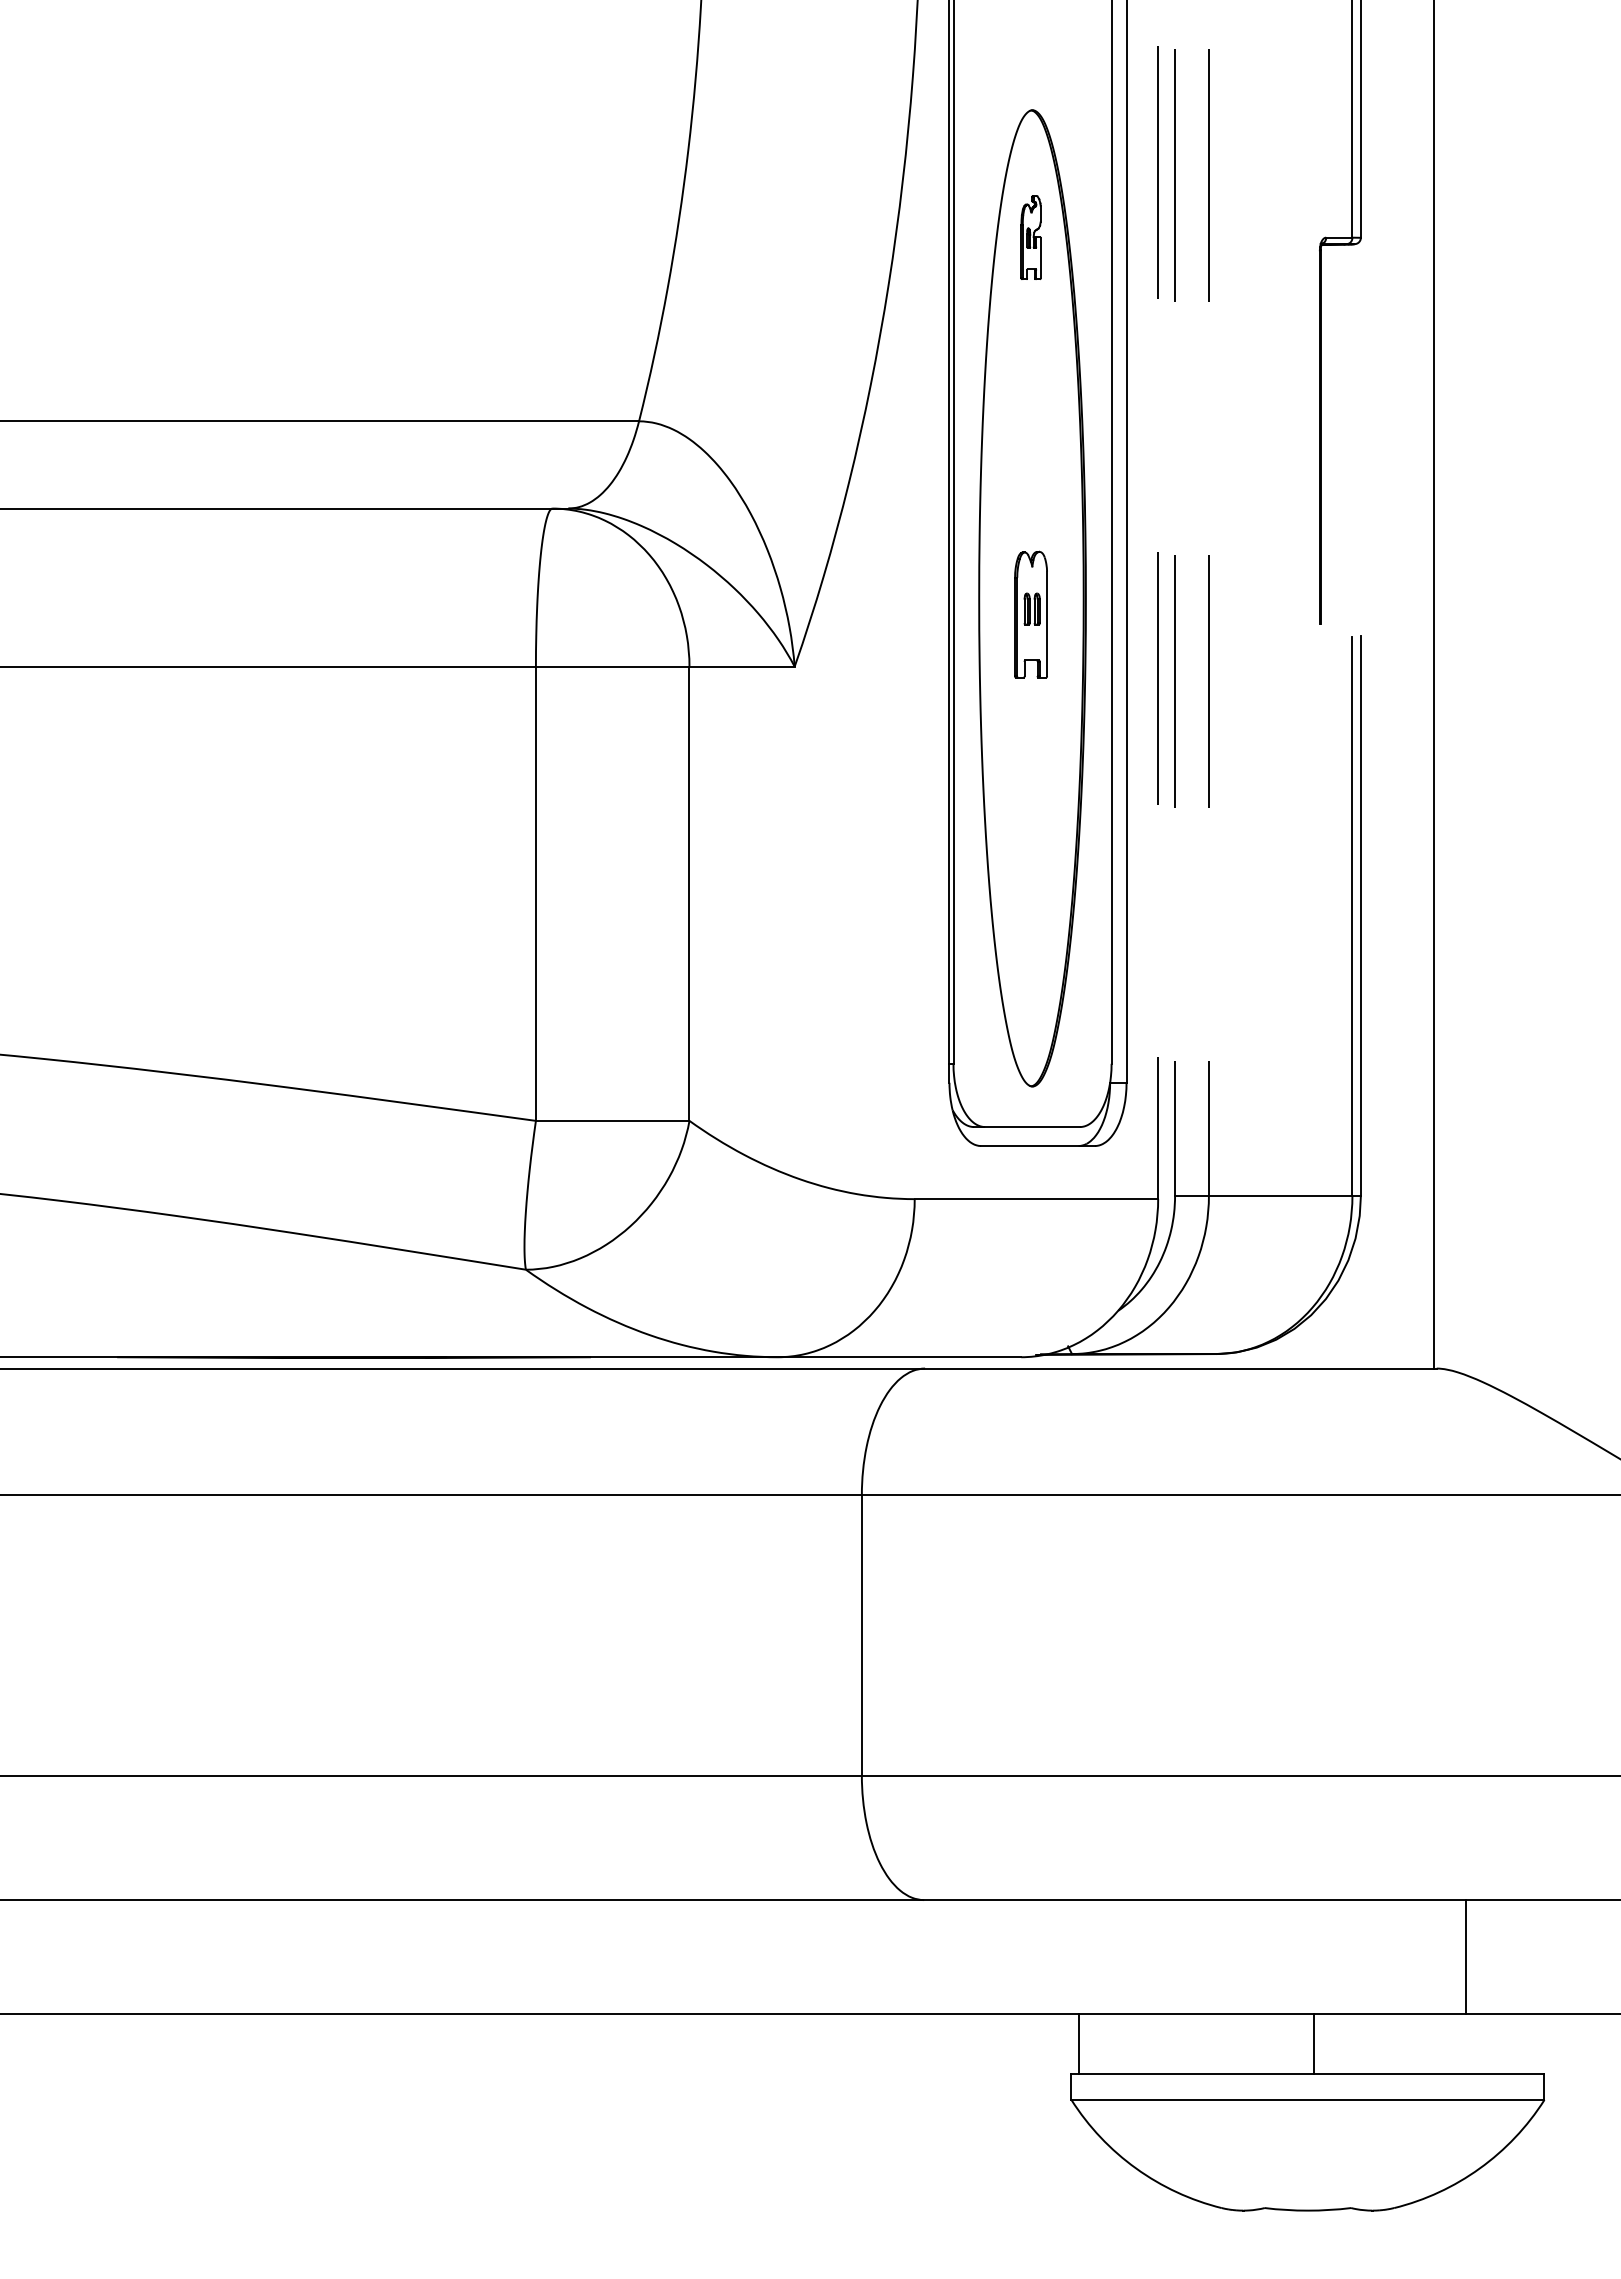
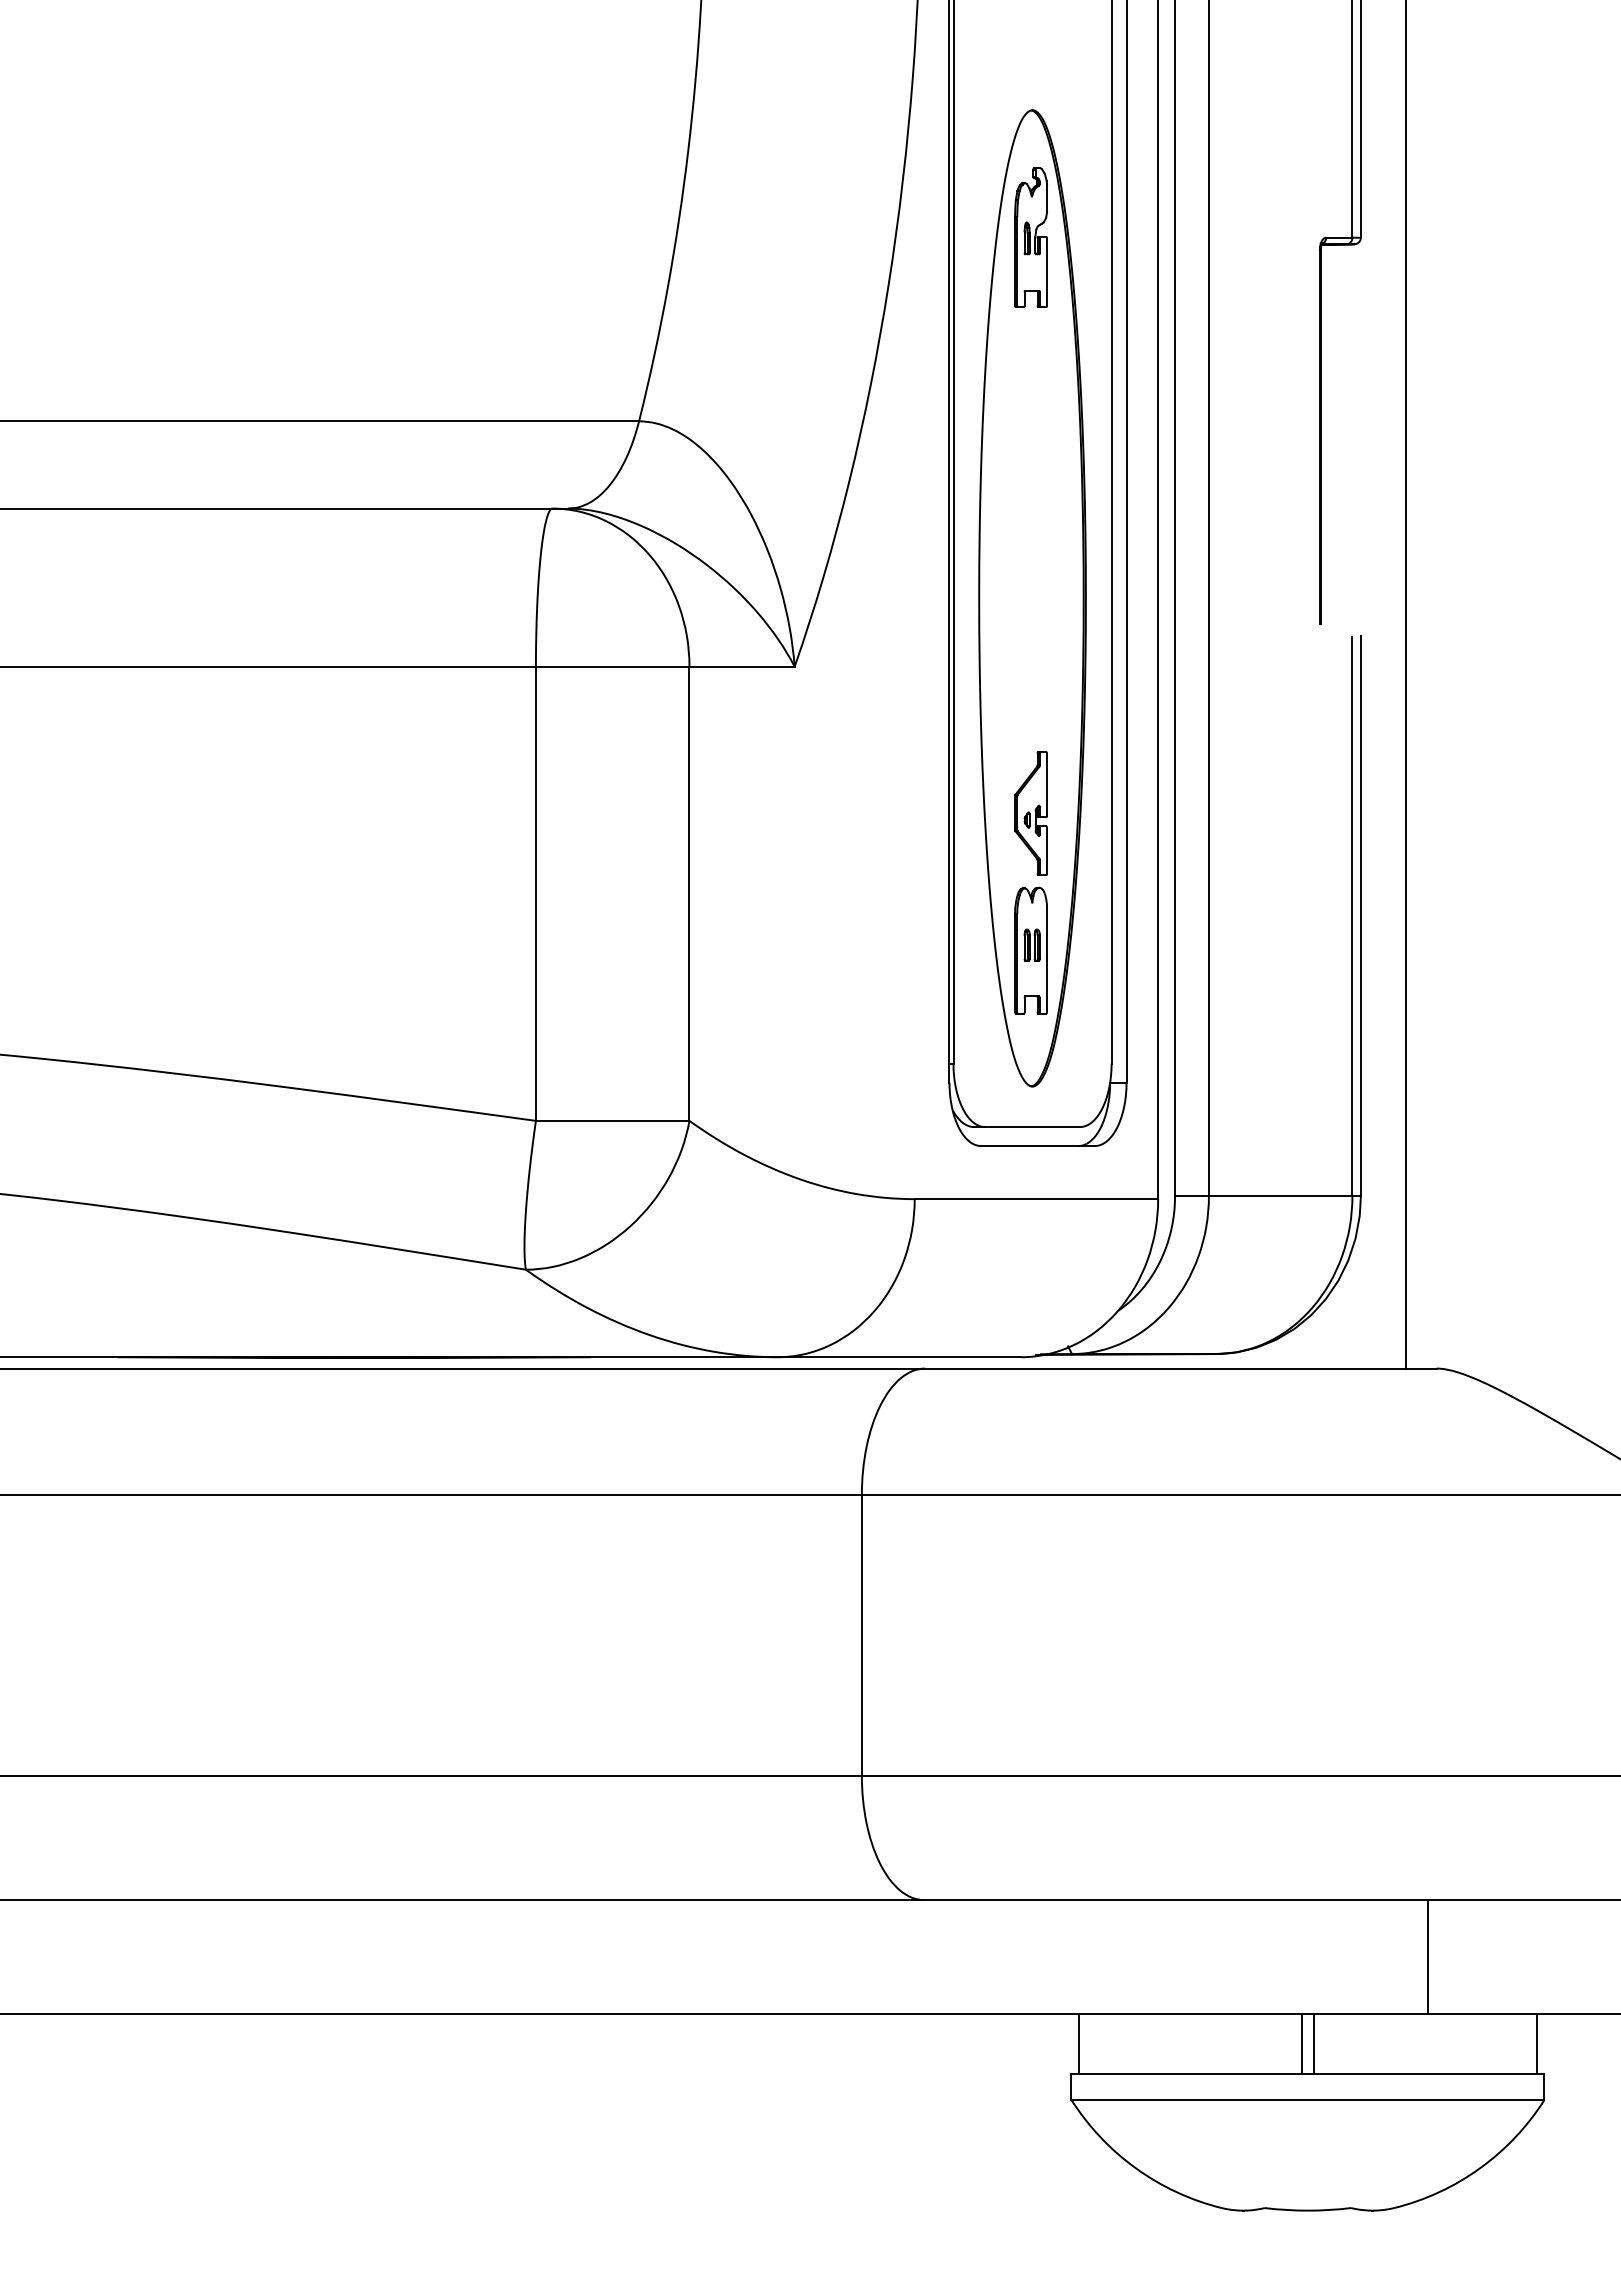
part at (1030, 237) size: 22x85 px -> 34x141 px
line at (1175, 598): dashed -> solid
line at (1208, 598): dashed -> solid
line at (1158, 600): dashed -> solid
part at (1030, 614) position: (1030, 614) -> (1030, 950)
line at (1433, 685) position: (1433, 685) -> (1405, 685)
part at (1030, 813): none -> present
line at (1466, 1956) position: (1466, 1956) -> (1428, 1956)
line at (1301, 2043): none -> present
line at (1537, 2043): none -> present
